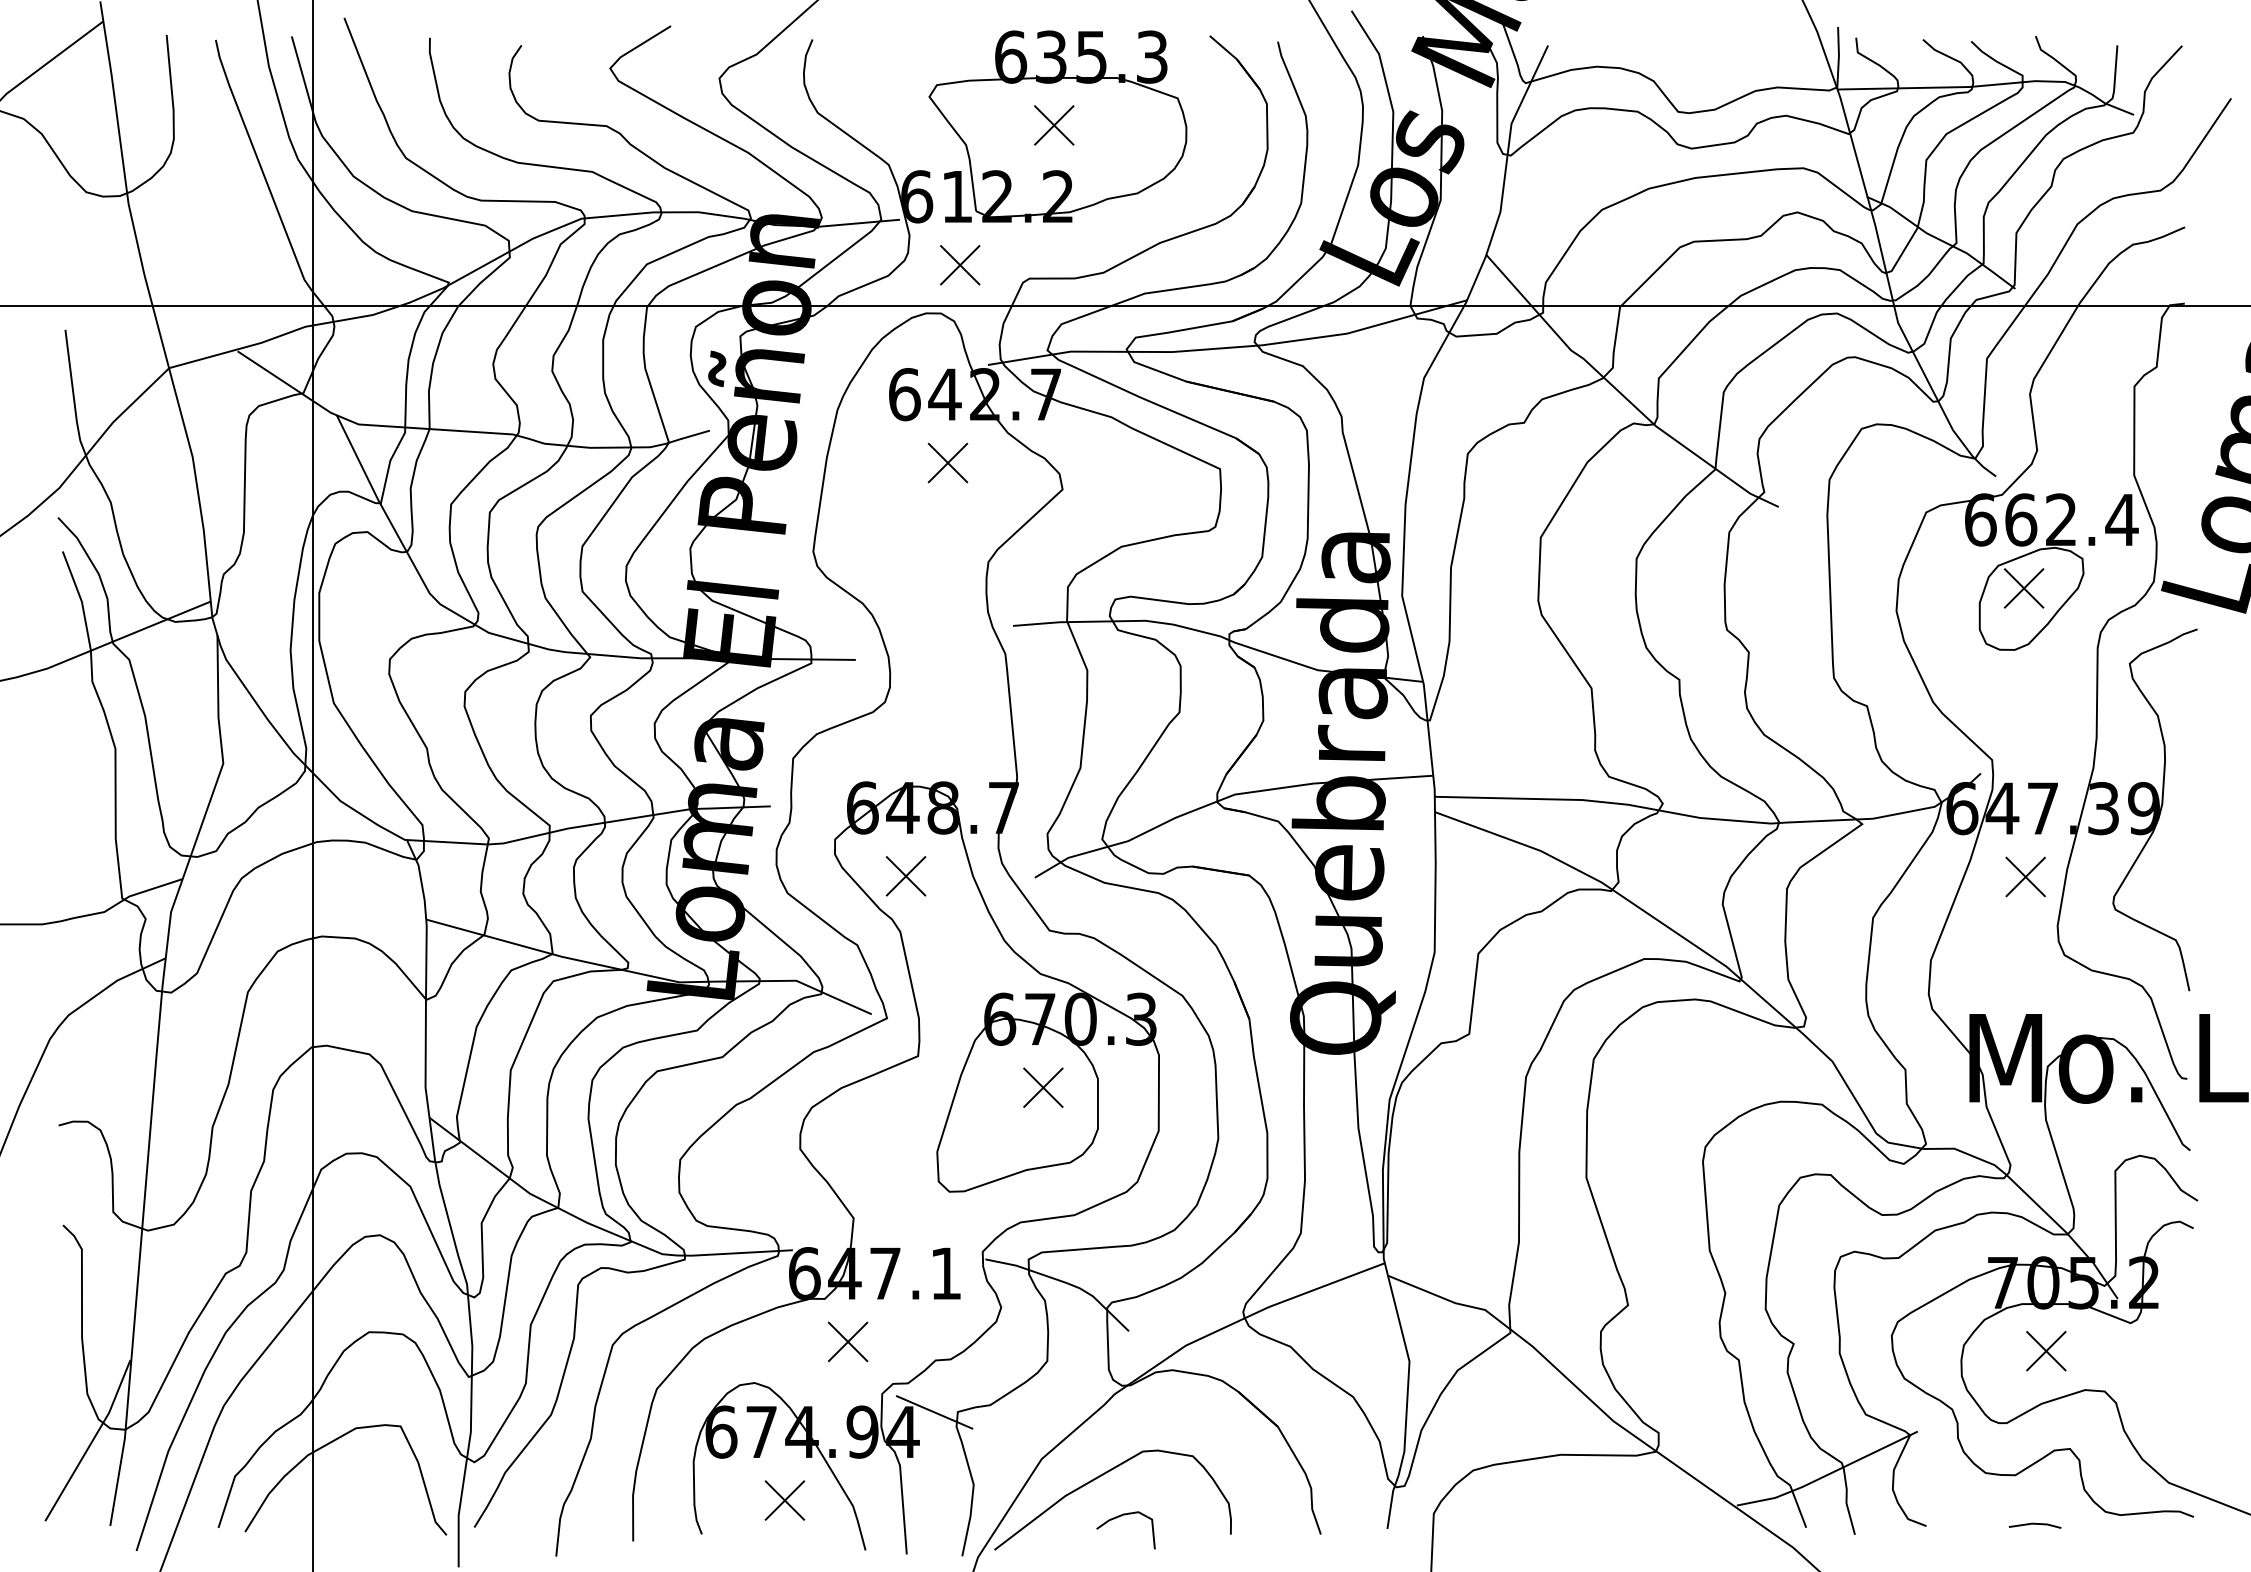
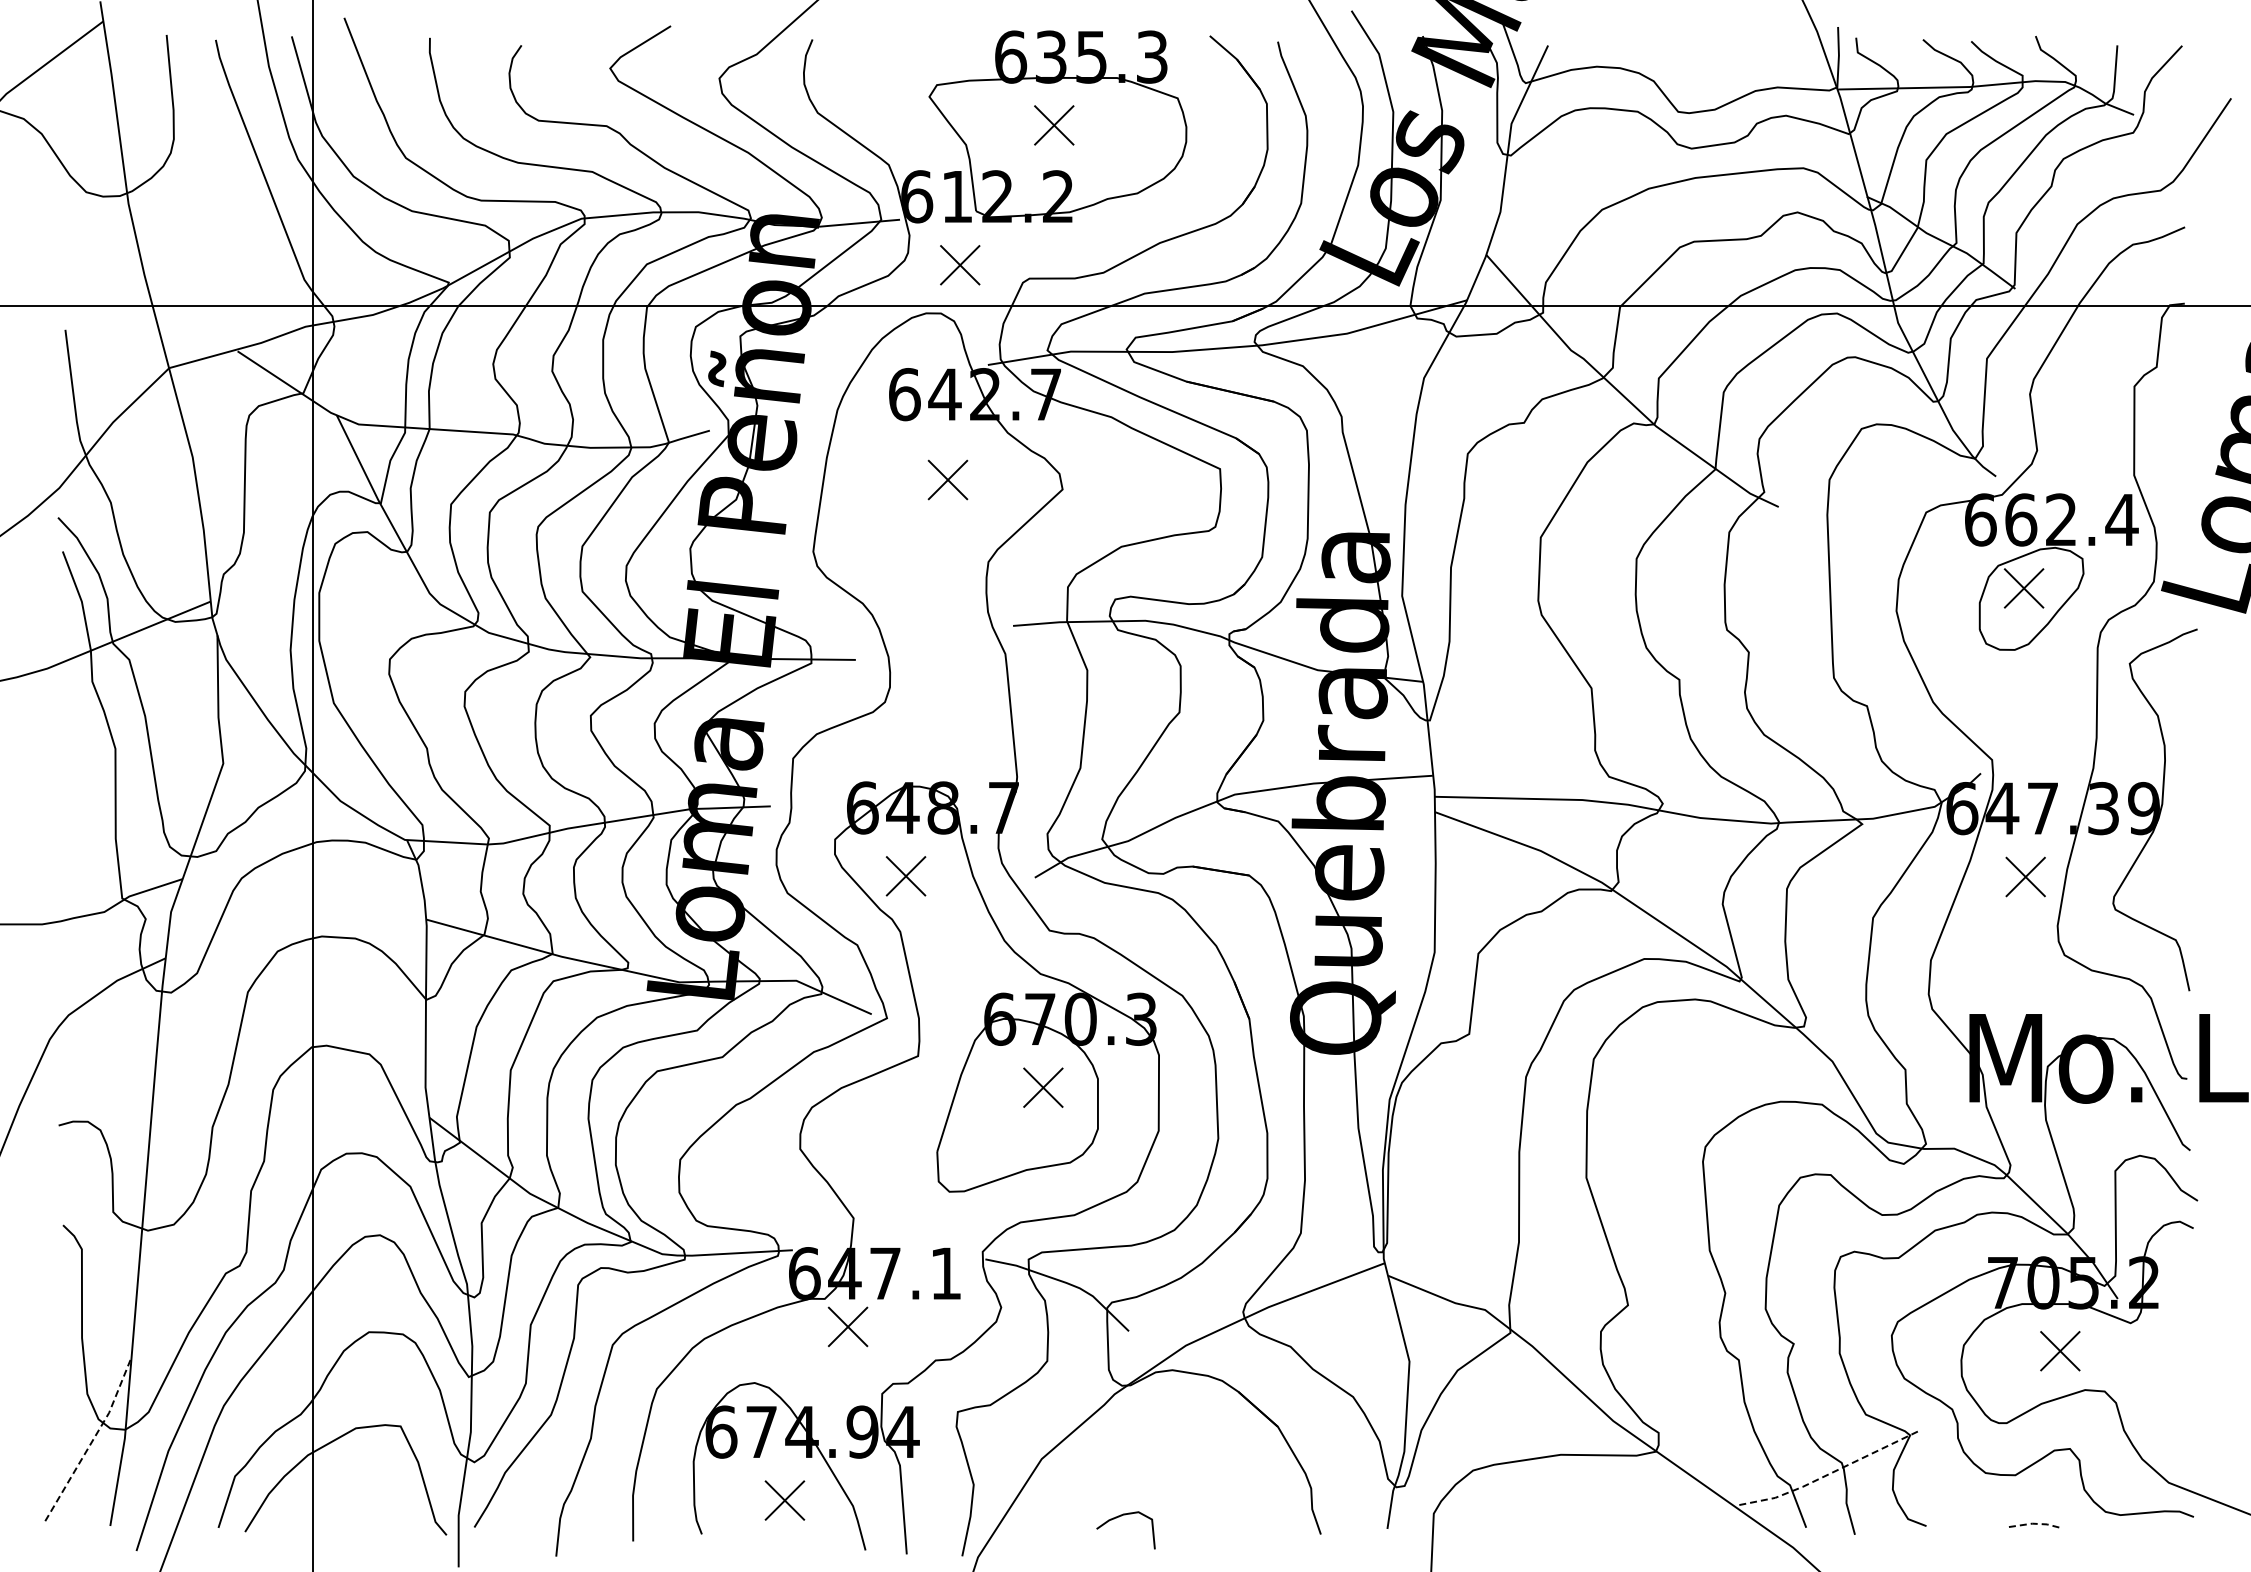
part at (947, 462) position: (947, 462) -> (947, 479)
part at (847, 1341) position: (847, 1341) -> (847, 1326)
part at (2046, 1351) position: (2046, 1351) -> (2060, 1351)
line at (934, 1412): present -> none
line at (91, 1442): solid -> dashed
line at (1827, 1474): solid -> dashed
curve at (1098, 1478): present -> none
line at (2035, 1523): solid -> dashed
